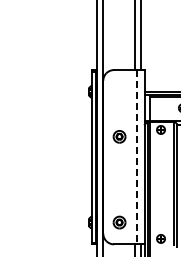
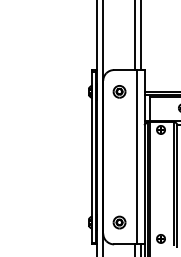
part at (119, 136) position: (119, 136) -> (119, 91)
line at (137, 157): dashed -> solid
